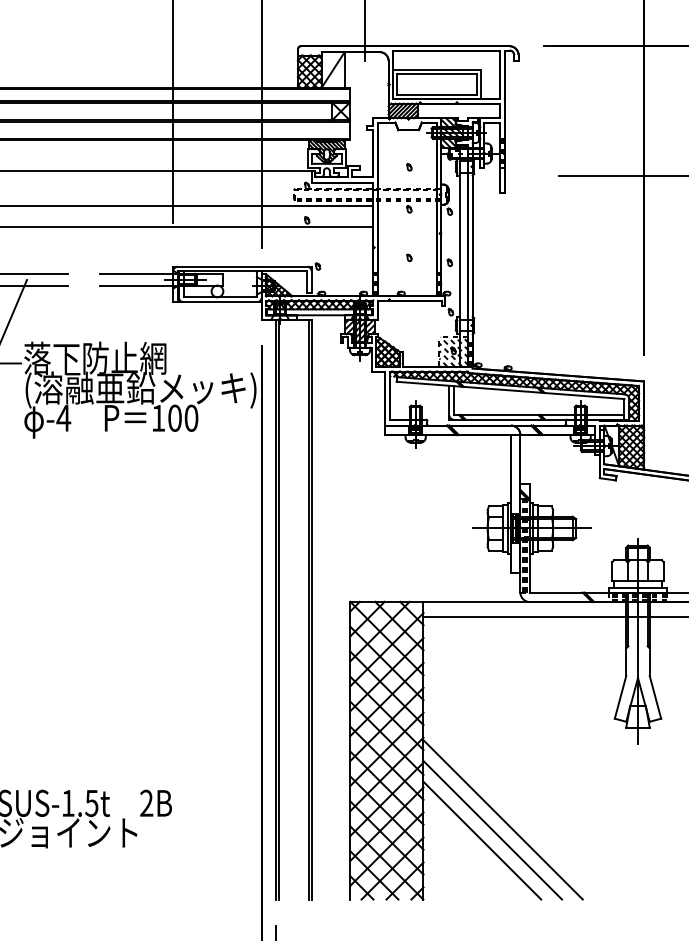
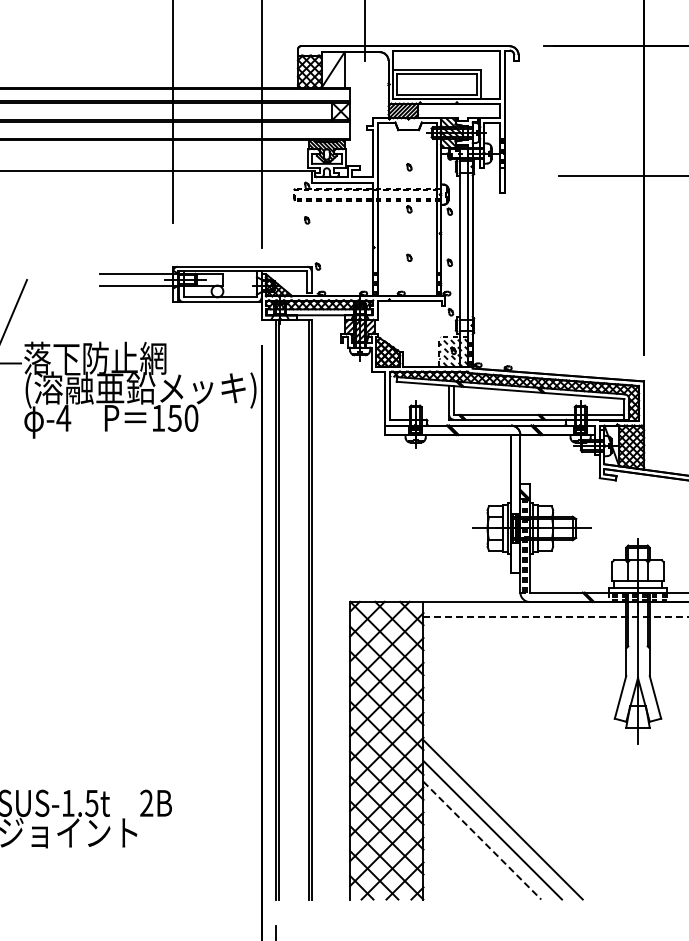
line at (187, 206): present -> none
line at (187, 227): present -> none
line at (35, 273): present -> none
line at (35, 285): present -> none
text at (174, 417): 100 -> 150
line at (556, 616): solid -> dashed
line at (482, 840): solid -> dashed
